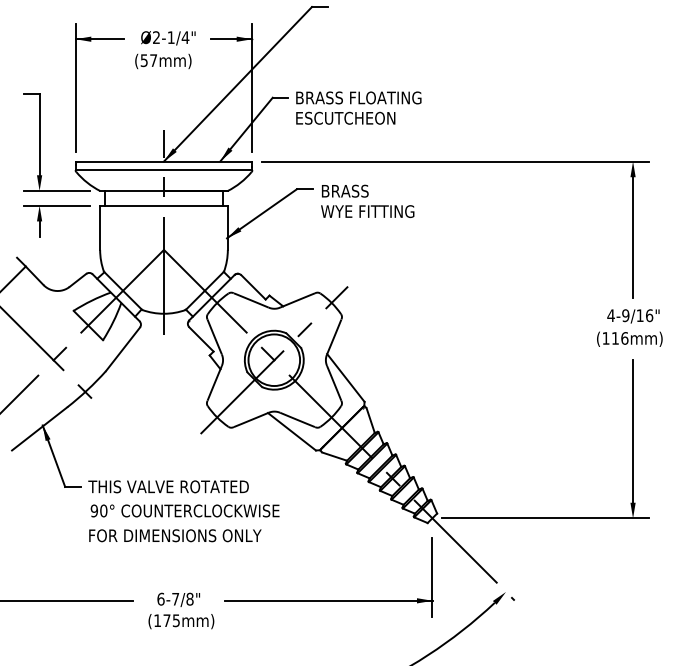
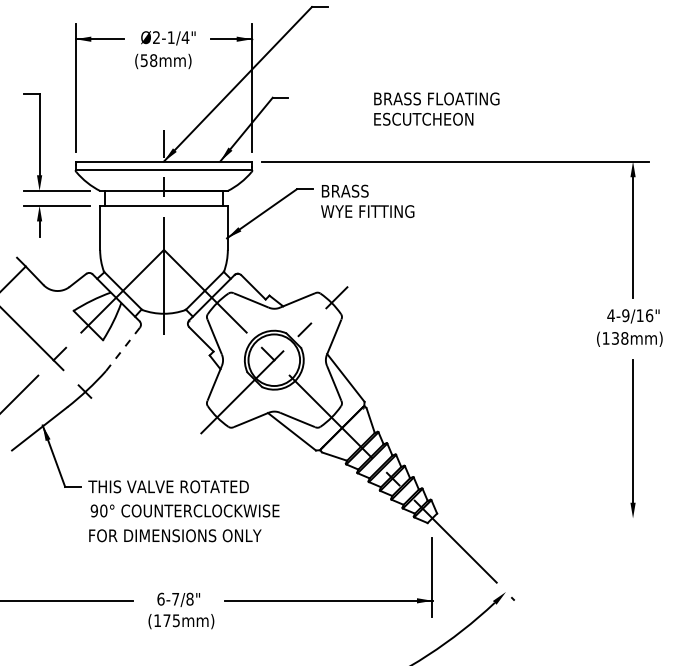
text at (153, 60): (57mm) -> (58mm)
text at (358, 107) position: (358, 107) -> (436, 108)
text at (620, 338): (116mm) -> (138mm)
line at (123, 349): solid -> dashed
line at (545, 518): present -> none
